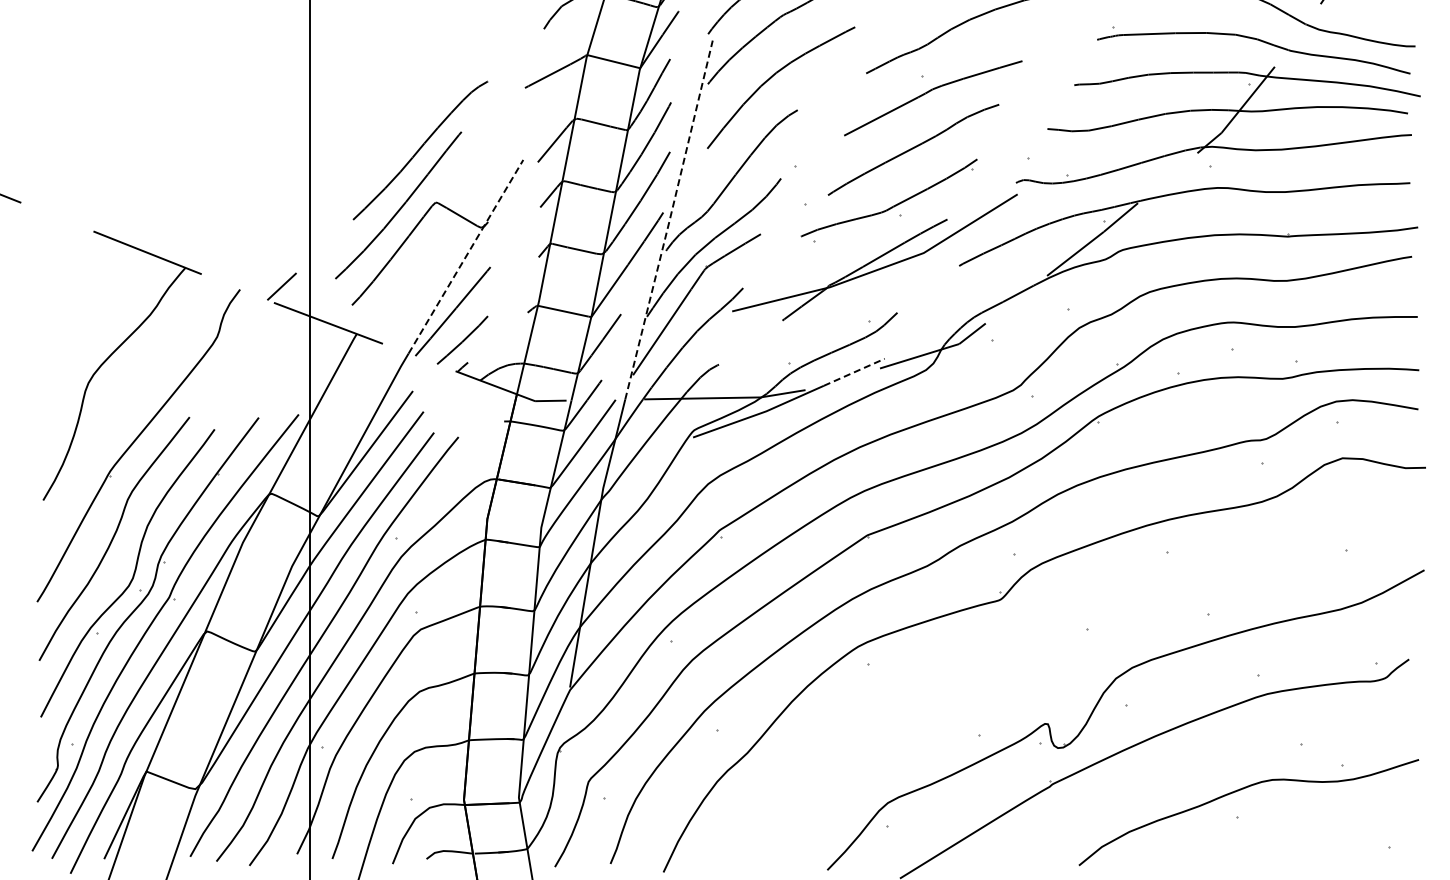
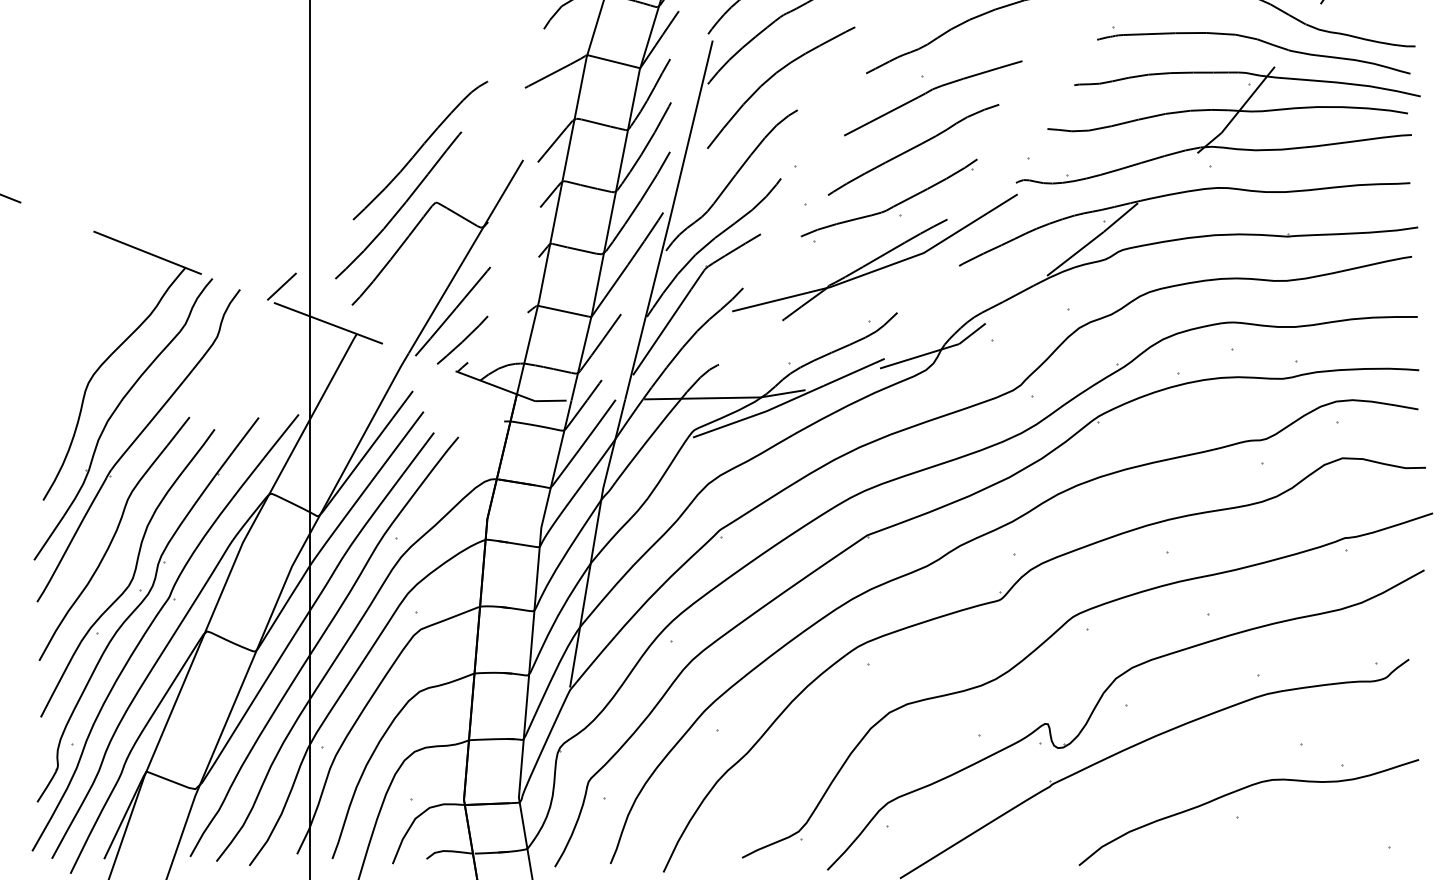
line at (669, 220): dashed -> solid
line at (466, 256): dashed -> solid
line at (854, 372): dashed -> solid
part at (114, 413): none -> present
part at (1050, 638): none -> present
